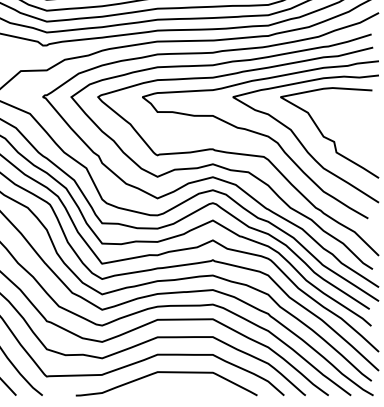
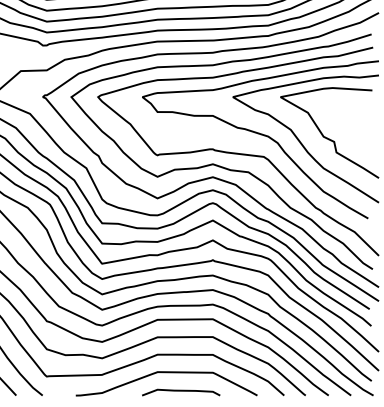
curve at (181, 391): none -> present
